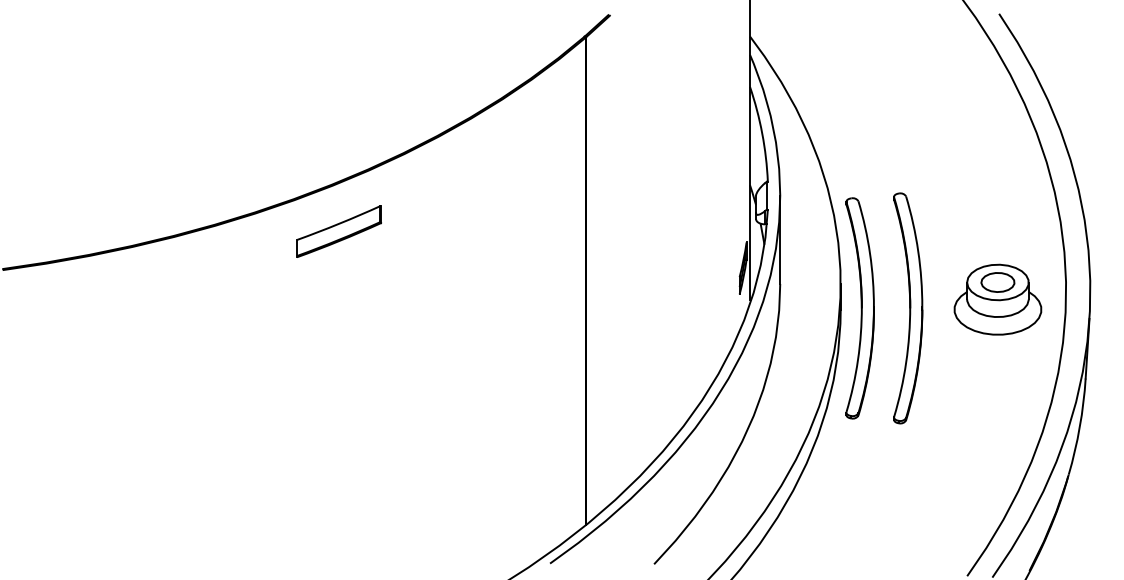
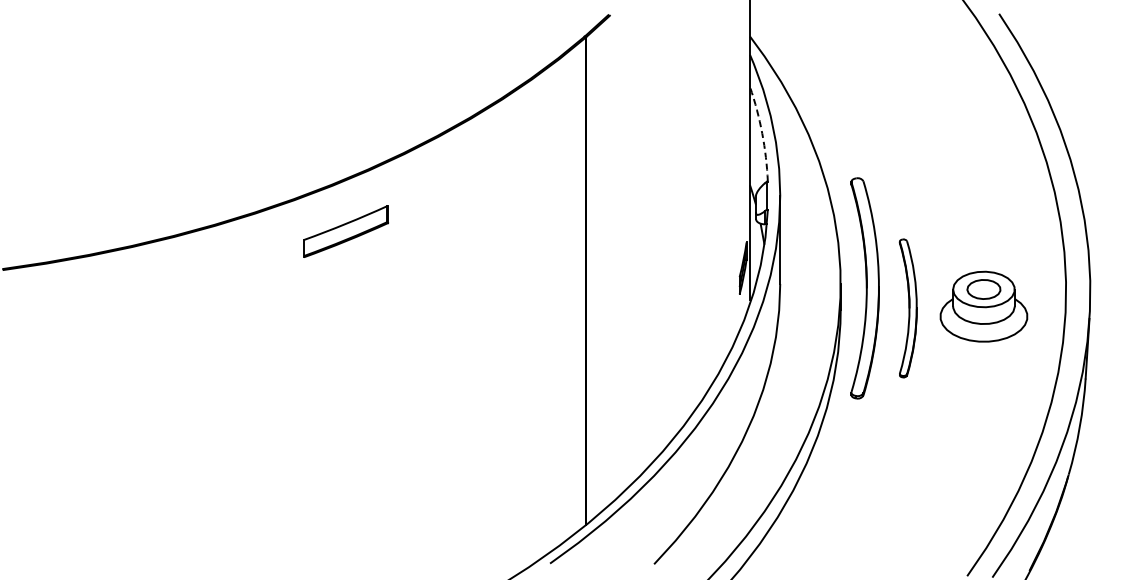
arc at (762, 133): solid -> dashed
part at (338, 231) position: (338, 231) -> (345, 231)
part at (997, 299) position: (997, 299) -> (983, 306)
part at (859, 308) position: (859, 308) -> (864, 288)
part at (908, 308) size: 31x233 px -> 20x141 px
